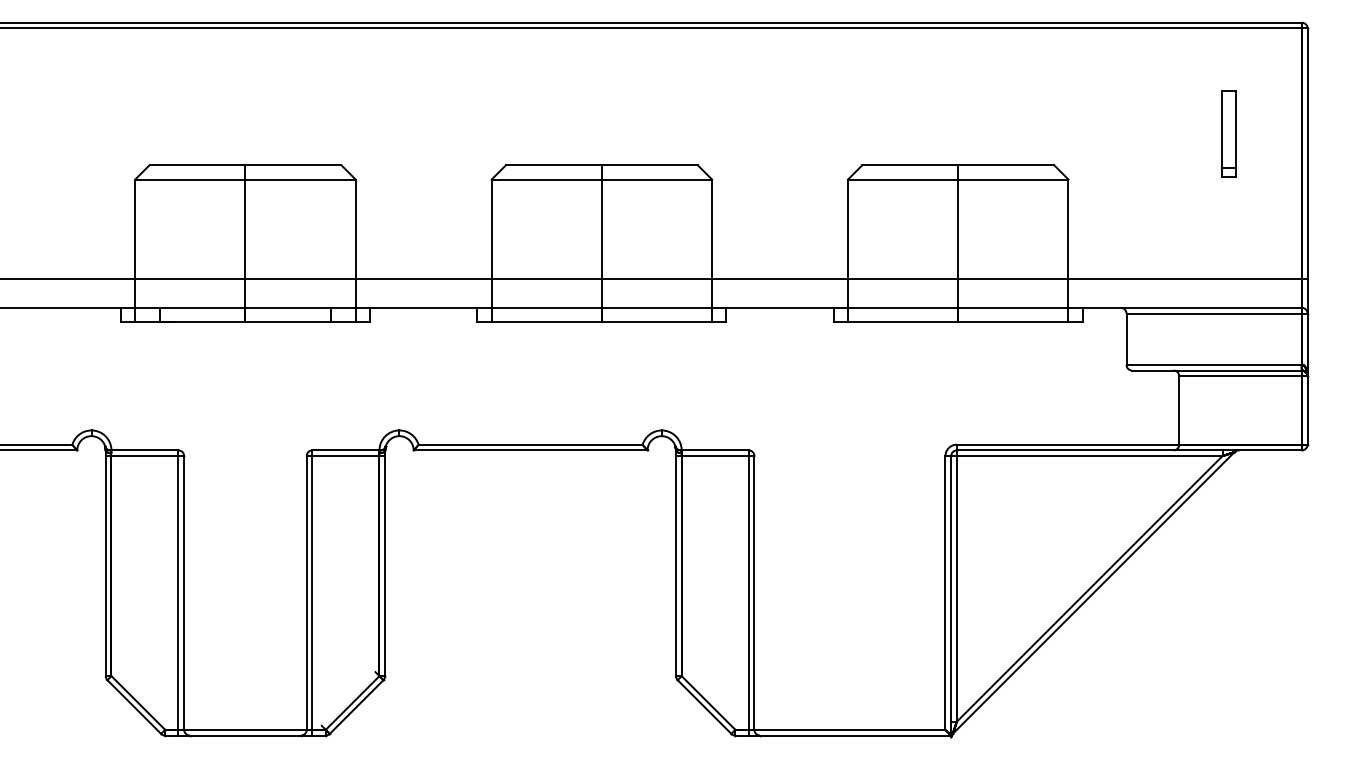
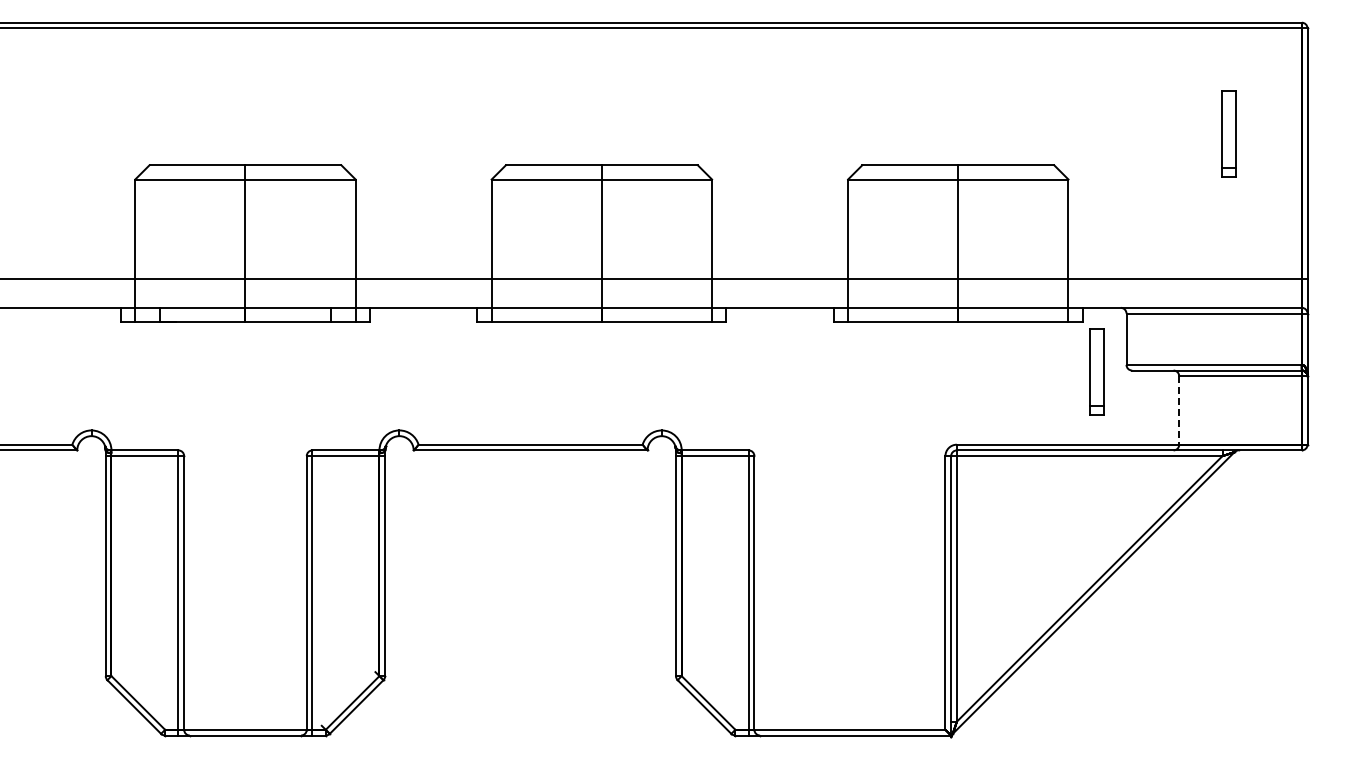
part at (1096, 371): none -> present
line at (1179, 410): solid -> dashed
